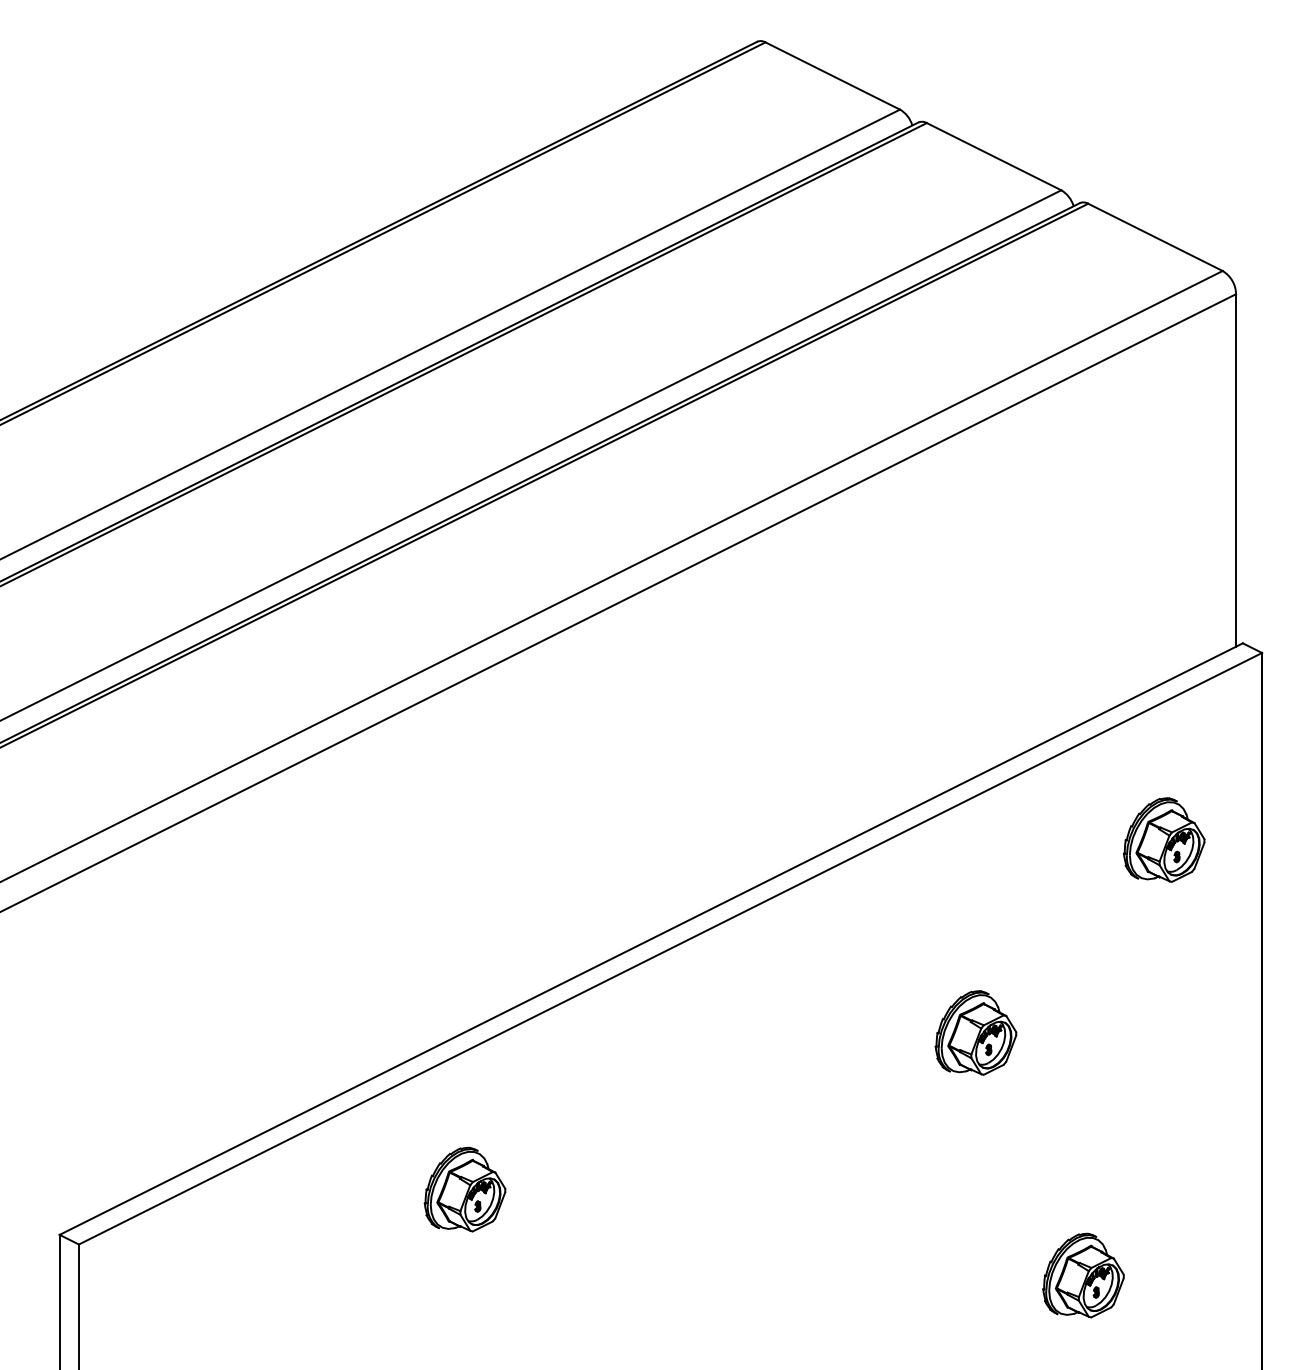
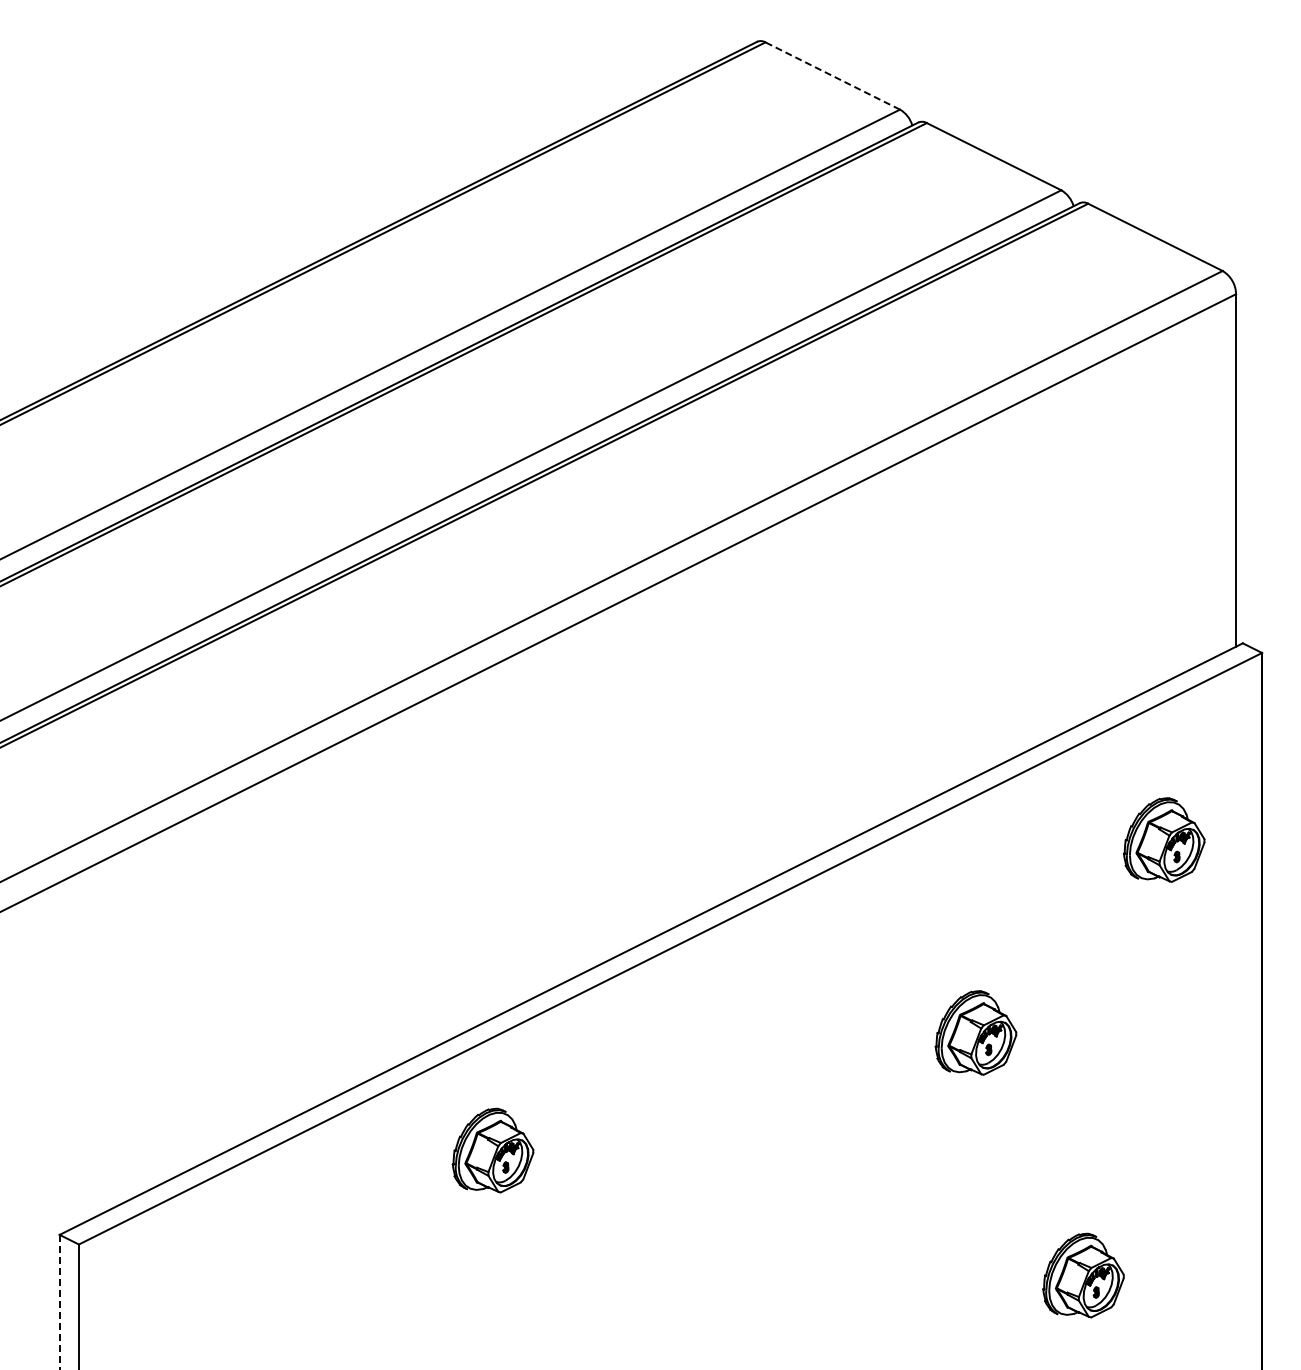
line at (832, 75): solid -> dashed
part at (464, 1189) position: (464, 1189) -> (492, 1150)
line at (59, 1302): solid -> dashed
